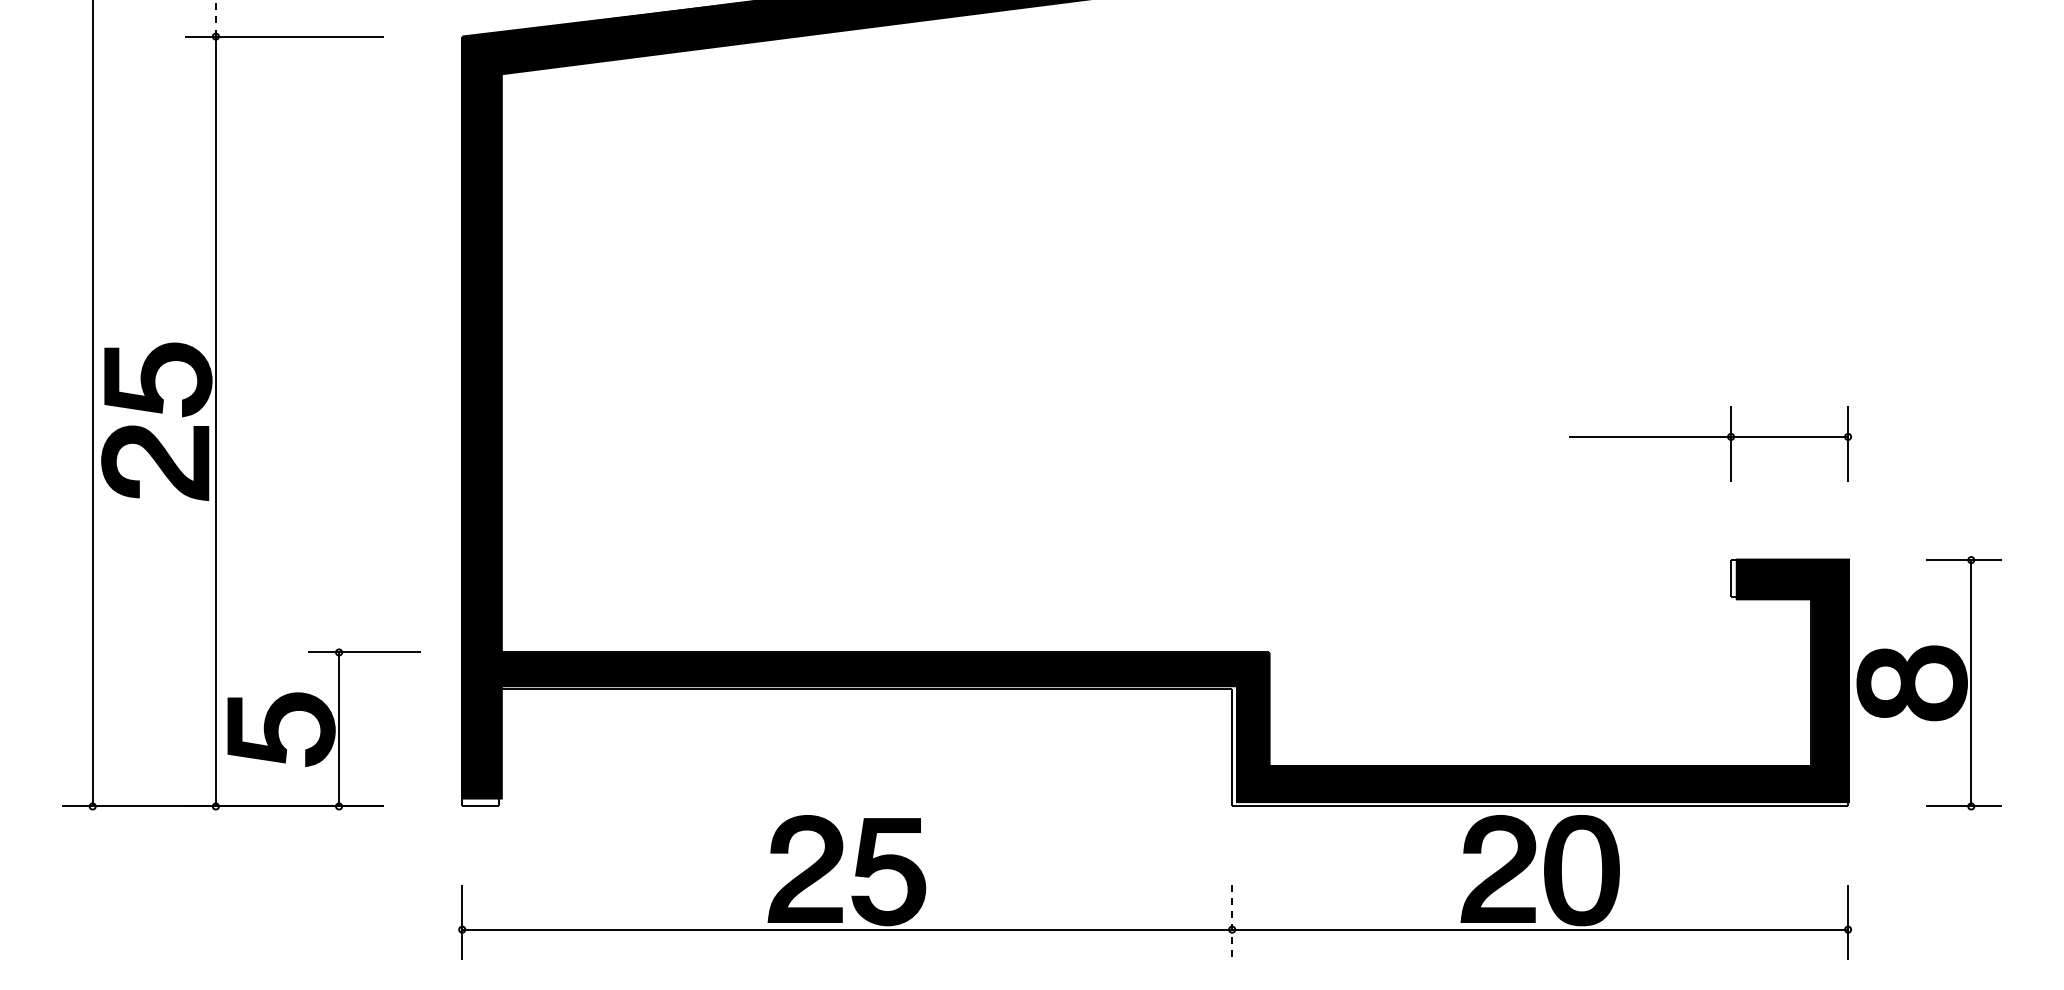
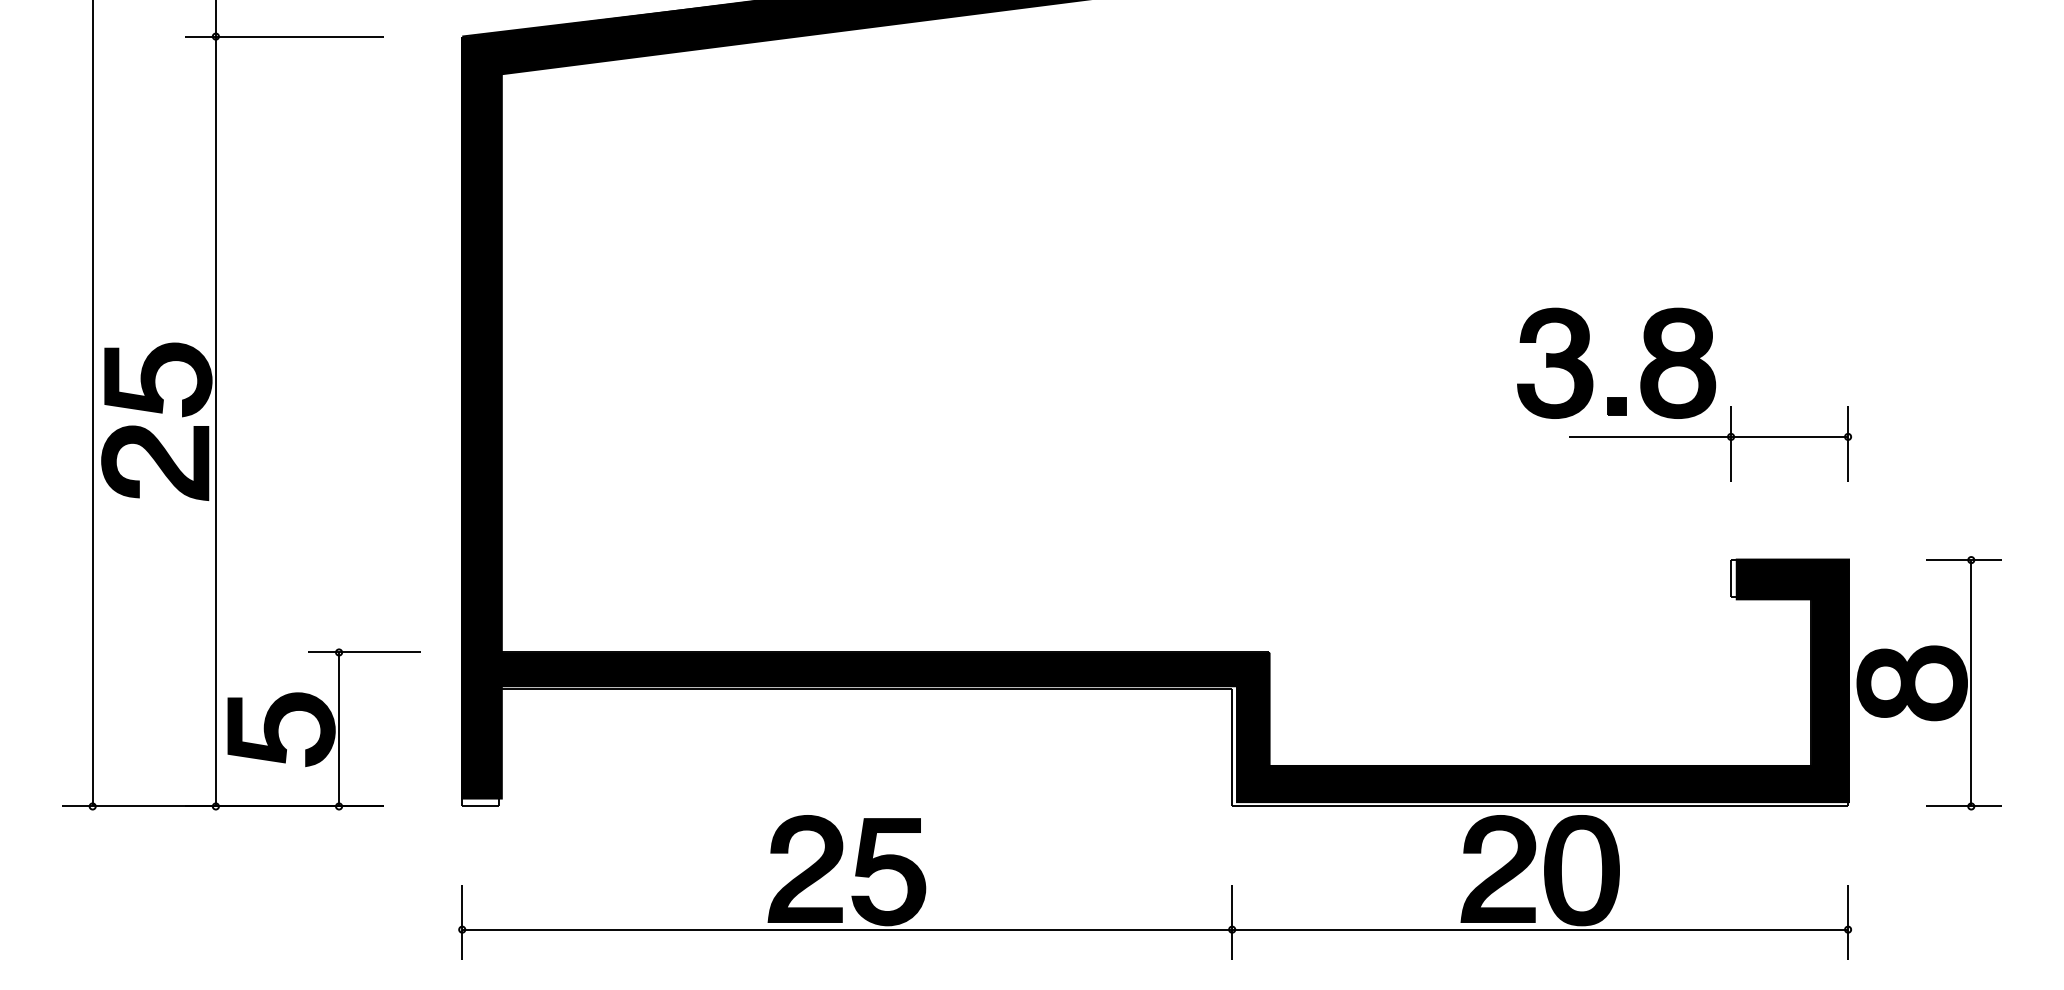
line at (215, 18): dashed -> solid
part at (1591, 372): none -> present
line at (1232, 922): dashed -> solid
